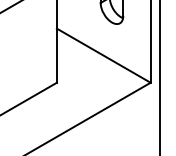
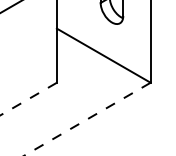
line at (159, 77): present -> none
line at (28, 99): solid -> dashed
line at (87, 119): solid -> dashed
